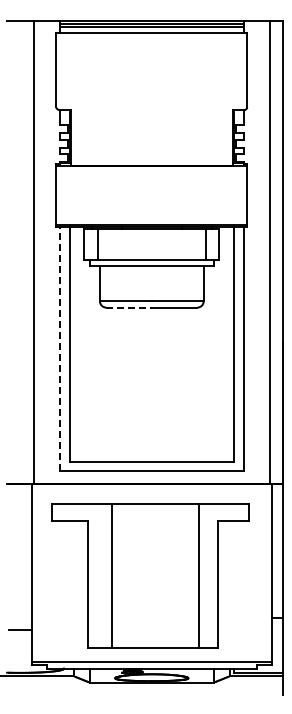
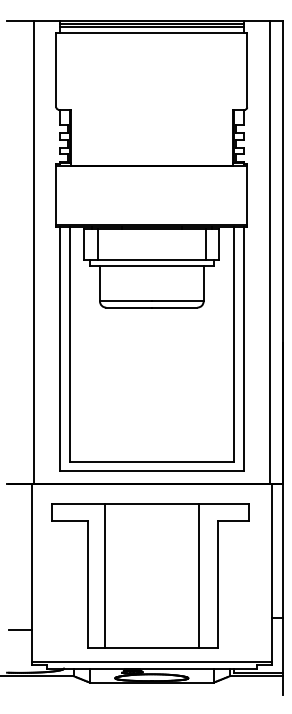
line at (129, 307): dashed -> solid
line at (59, 348): dashed -> solid
line at (112, 576) position: (112, 576) -> (105, 576)
